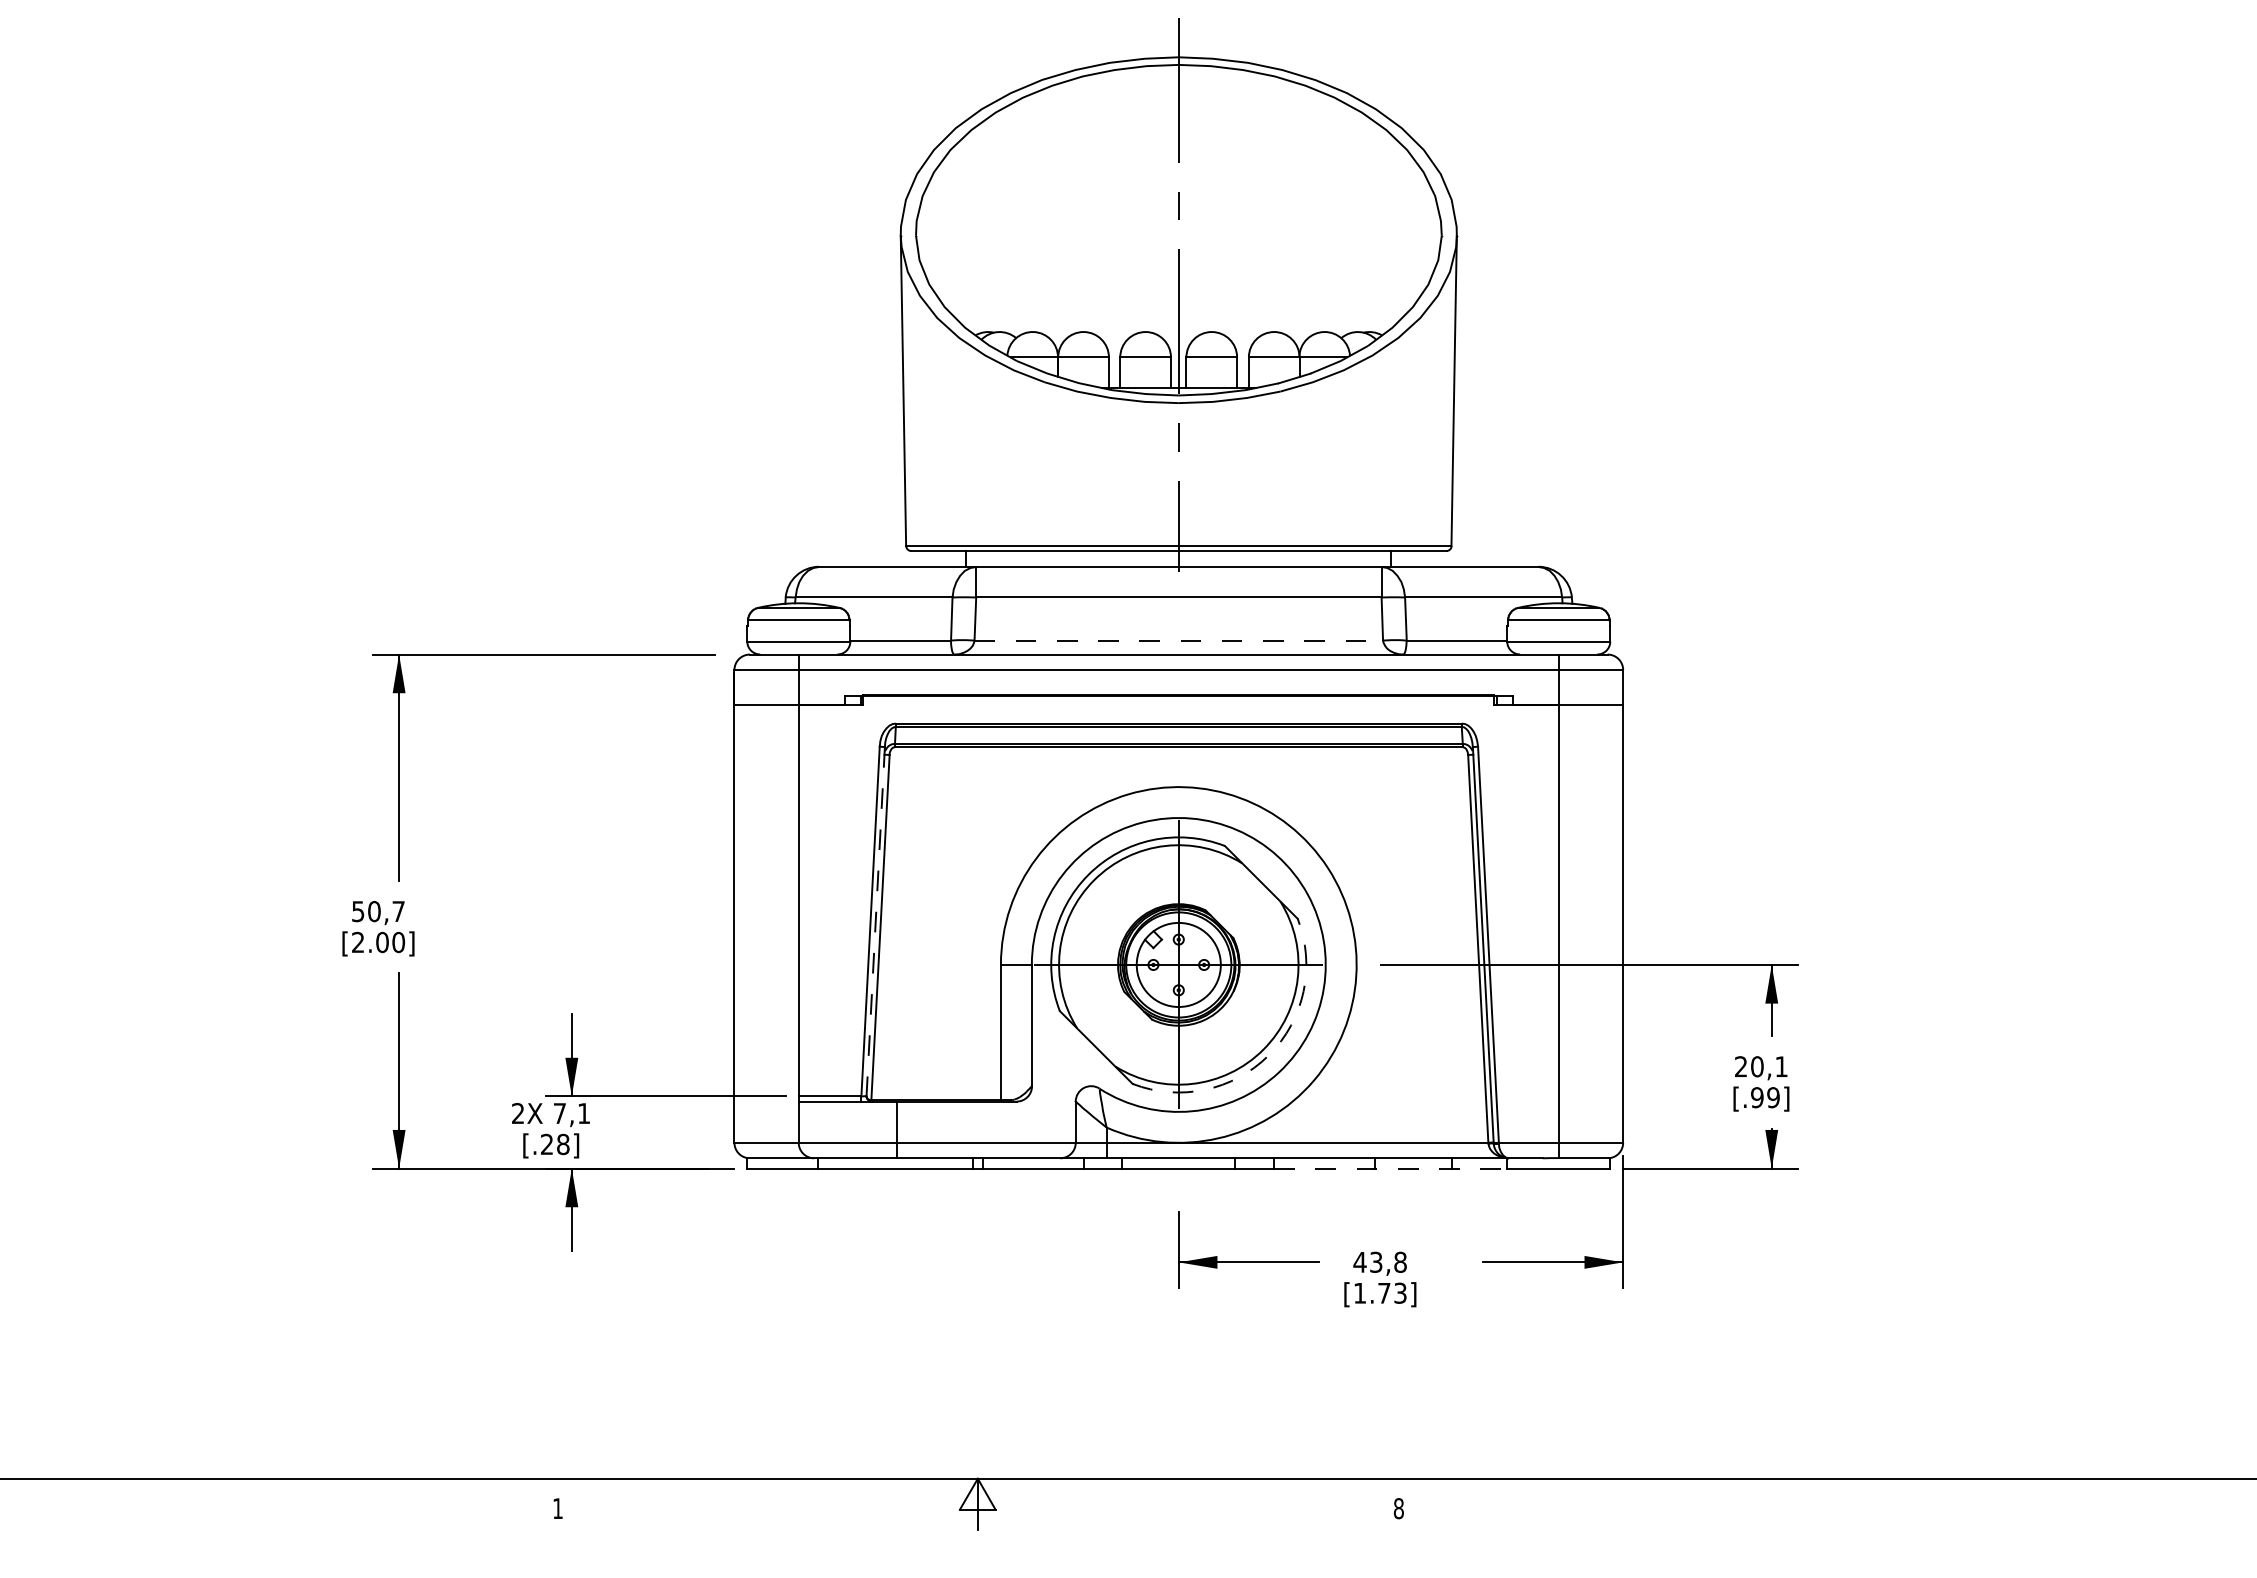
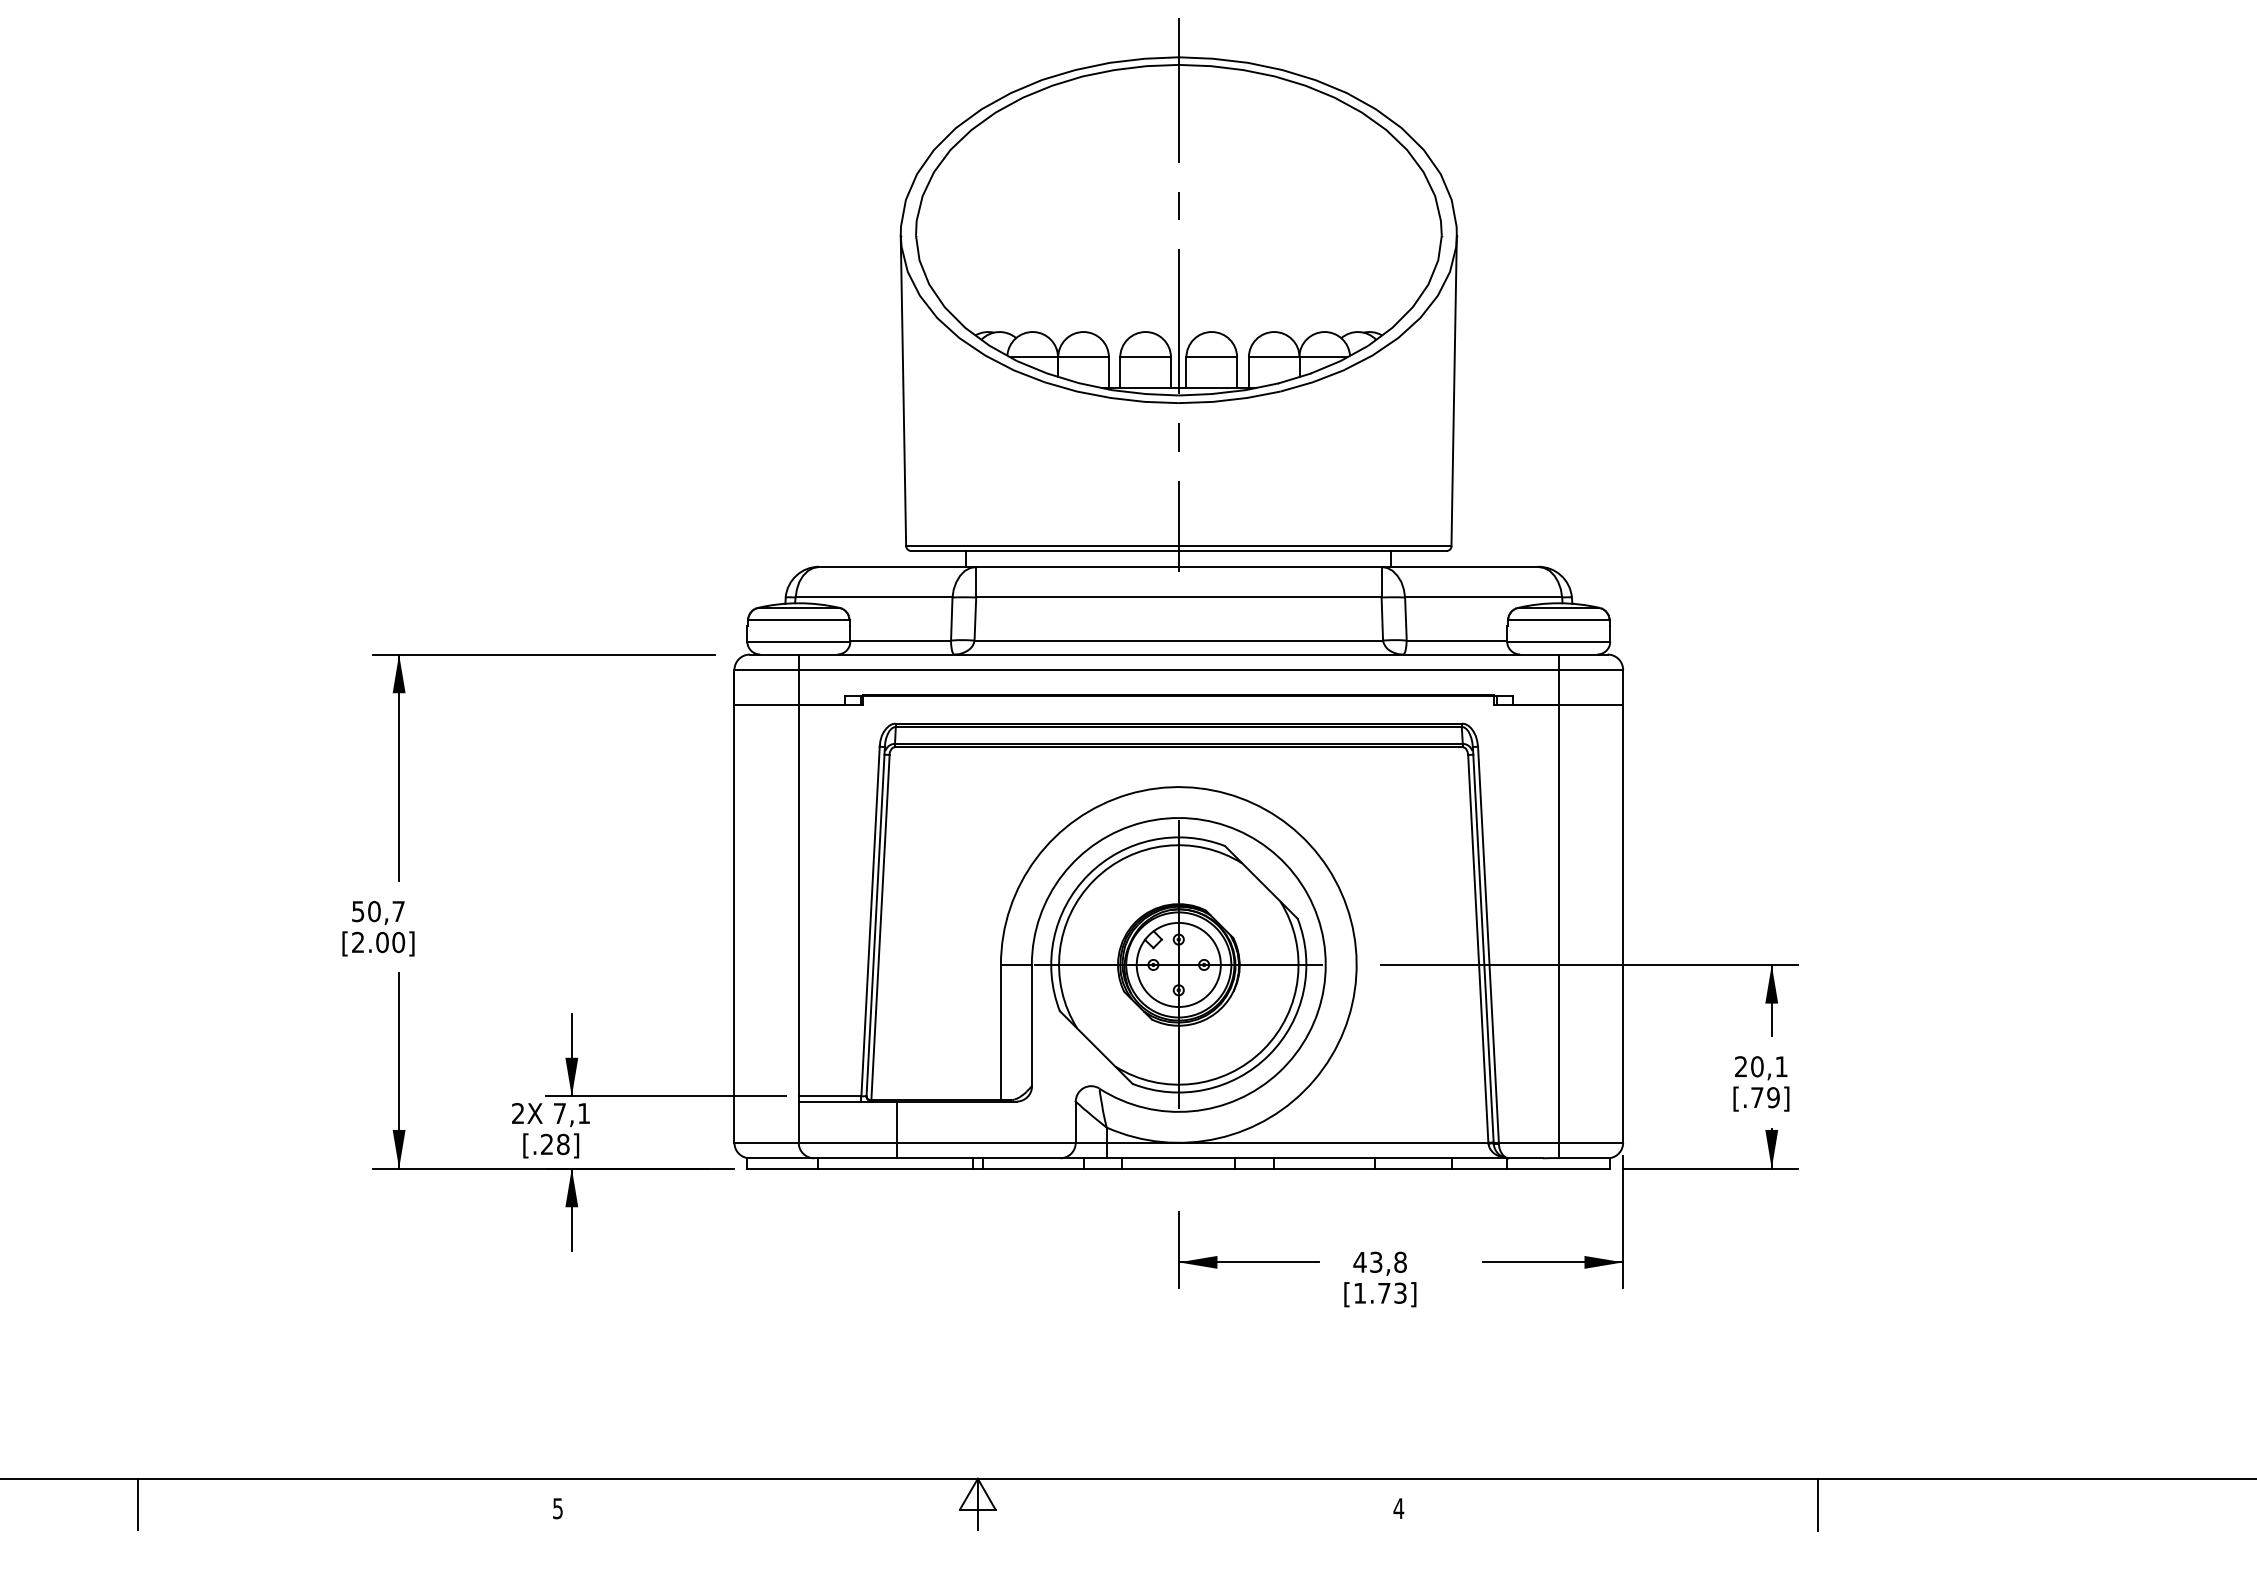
line at (1179, 640): dashed -> solid
line at (875, 921): dashed -> solid
arc at (1269, 1055): dashed -> solid
text at (1757, 1097): [.99] -> [.79]
line at (1390, 1168): dashed -> solid
line at (137, 1504): none -> present
line at (1818, 1504): none -> present
text at (557, 1508): 1 -> 5
text at (1398, 1508): 8 -> 4
